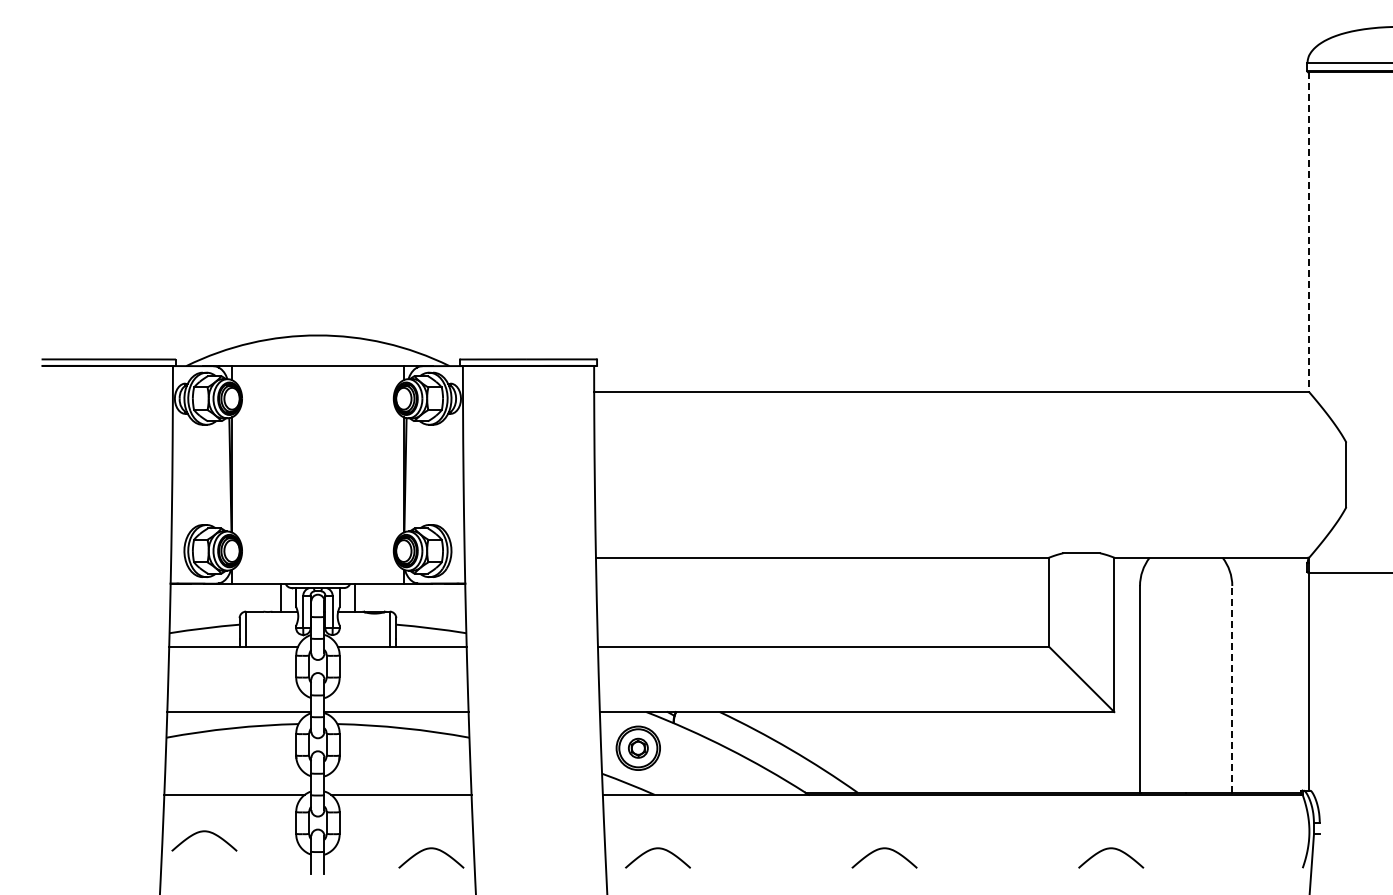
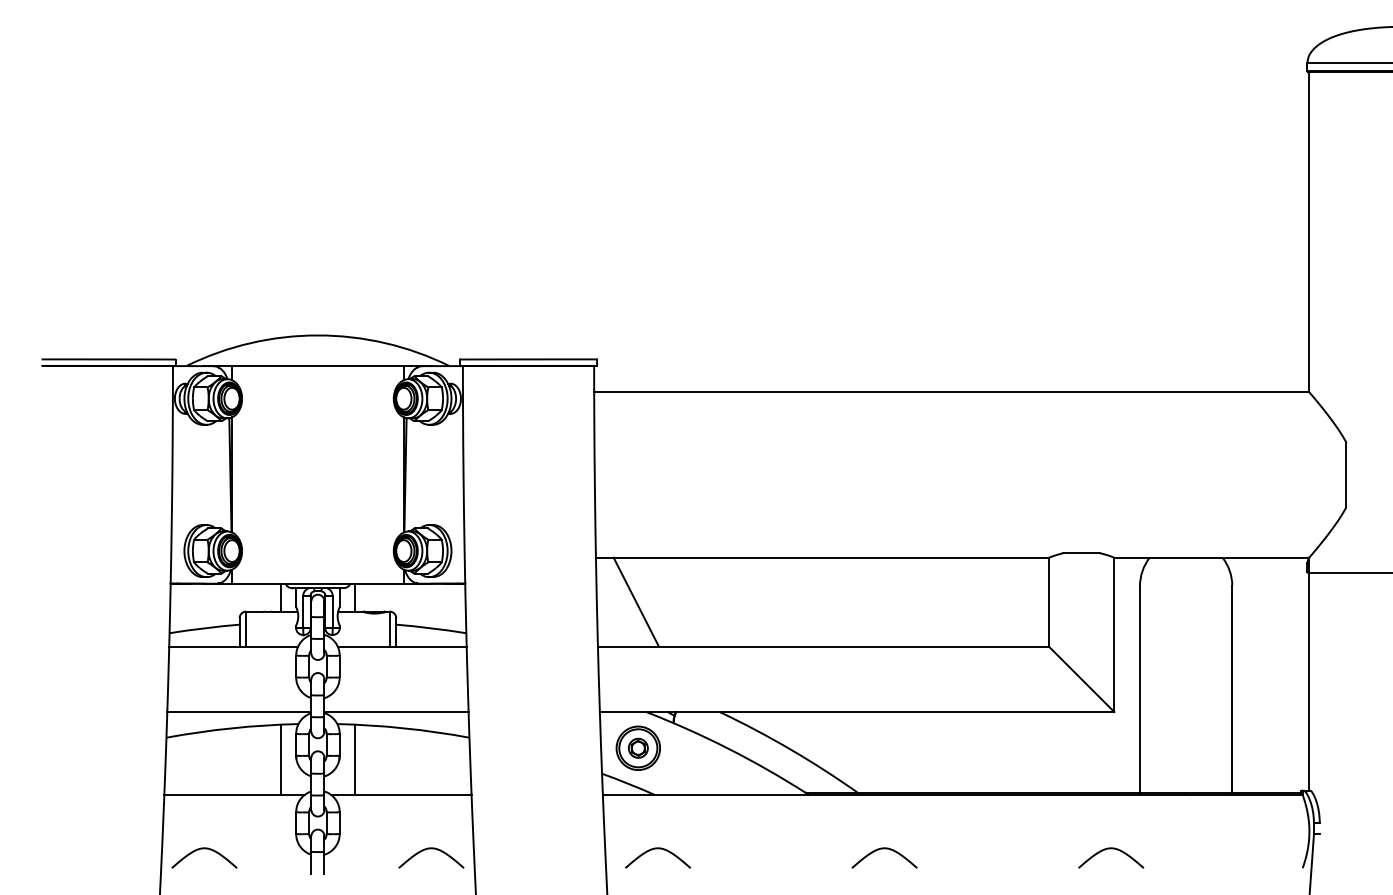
line at (1309, 232): dashed -> solid
line at (636, 601): none -> present
line at (1232, 688): dashed -> solid
line at (281, 759): none -> present
line at (354, 759): none -> present
curve at (204, 832) position: (204, 832) -> (204, 849)
